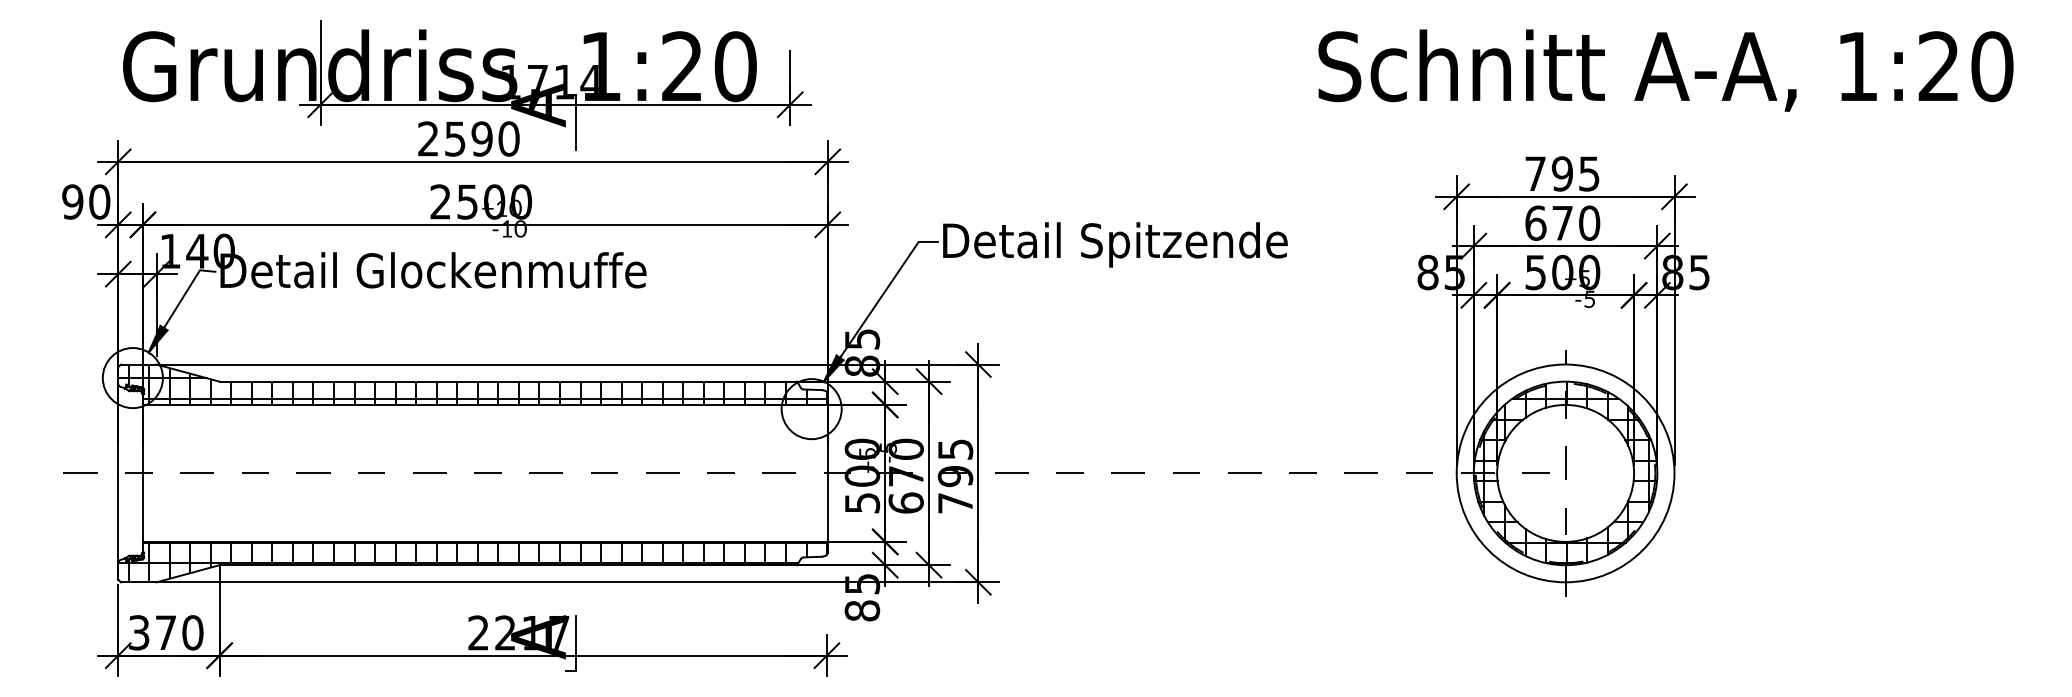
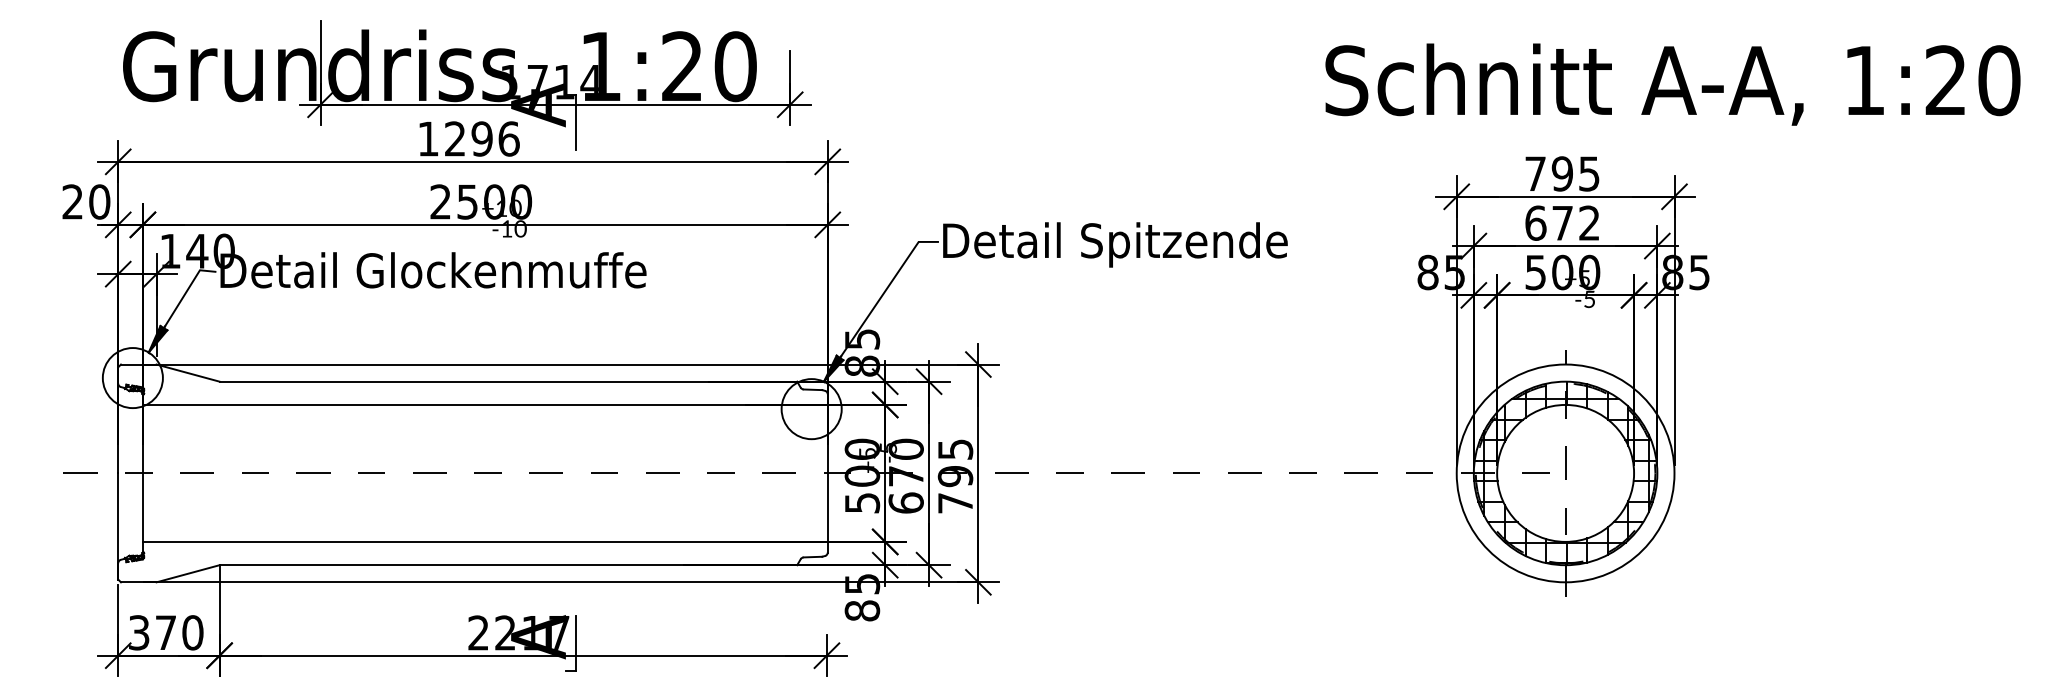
text at (1665, 70) position: (1665, 70) -> (1672, 84)
text at (468, 138): 2590 -> 1296
text at (72, 201): 90 -> 20
text at (1589, 222): 670 -> 672
hatch at (472, 384): present -> none
hatch at (472, 561): present -> none
